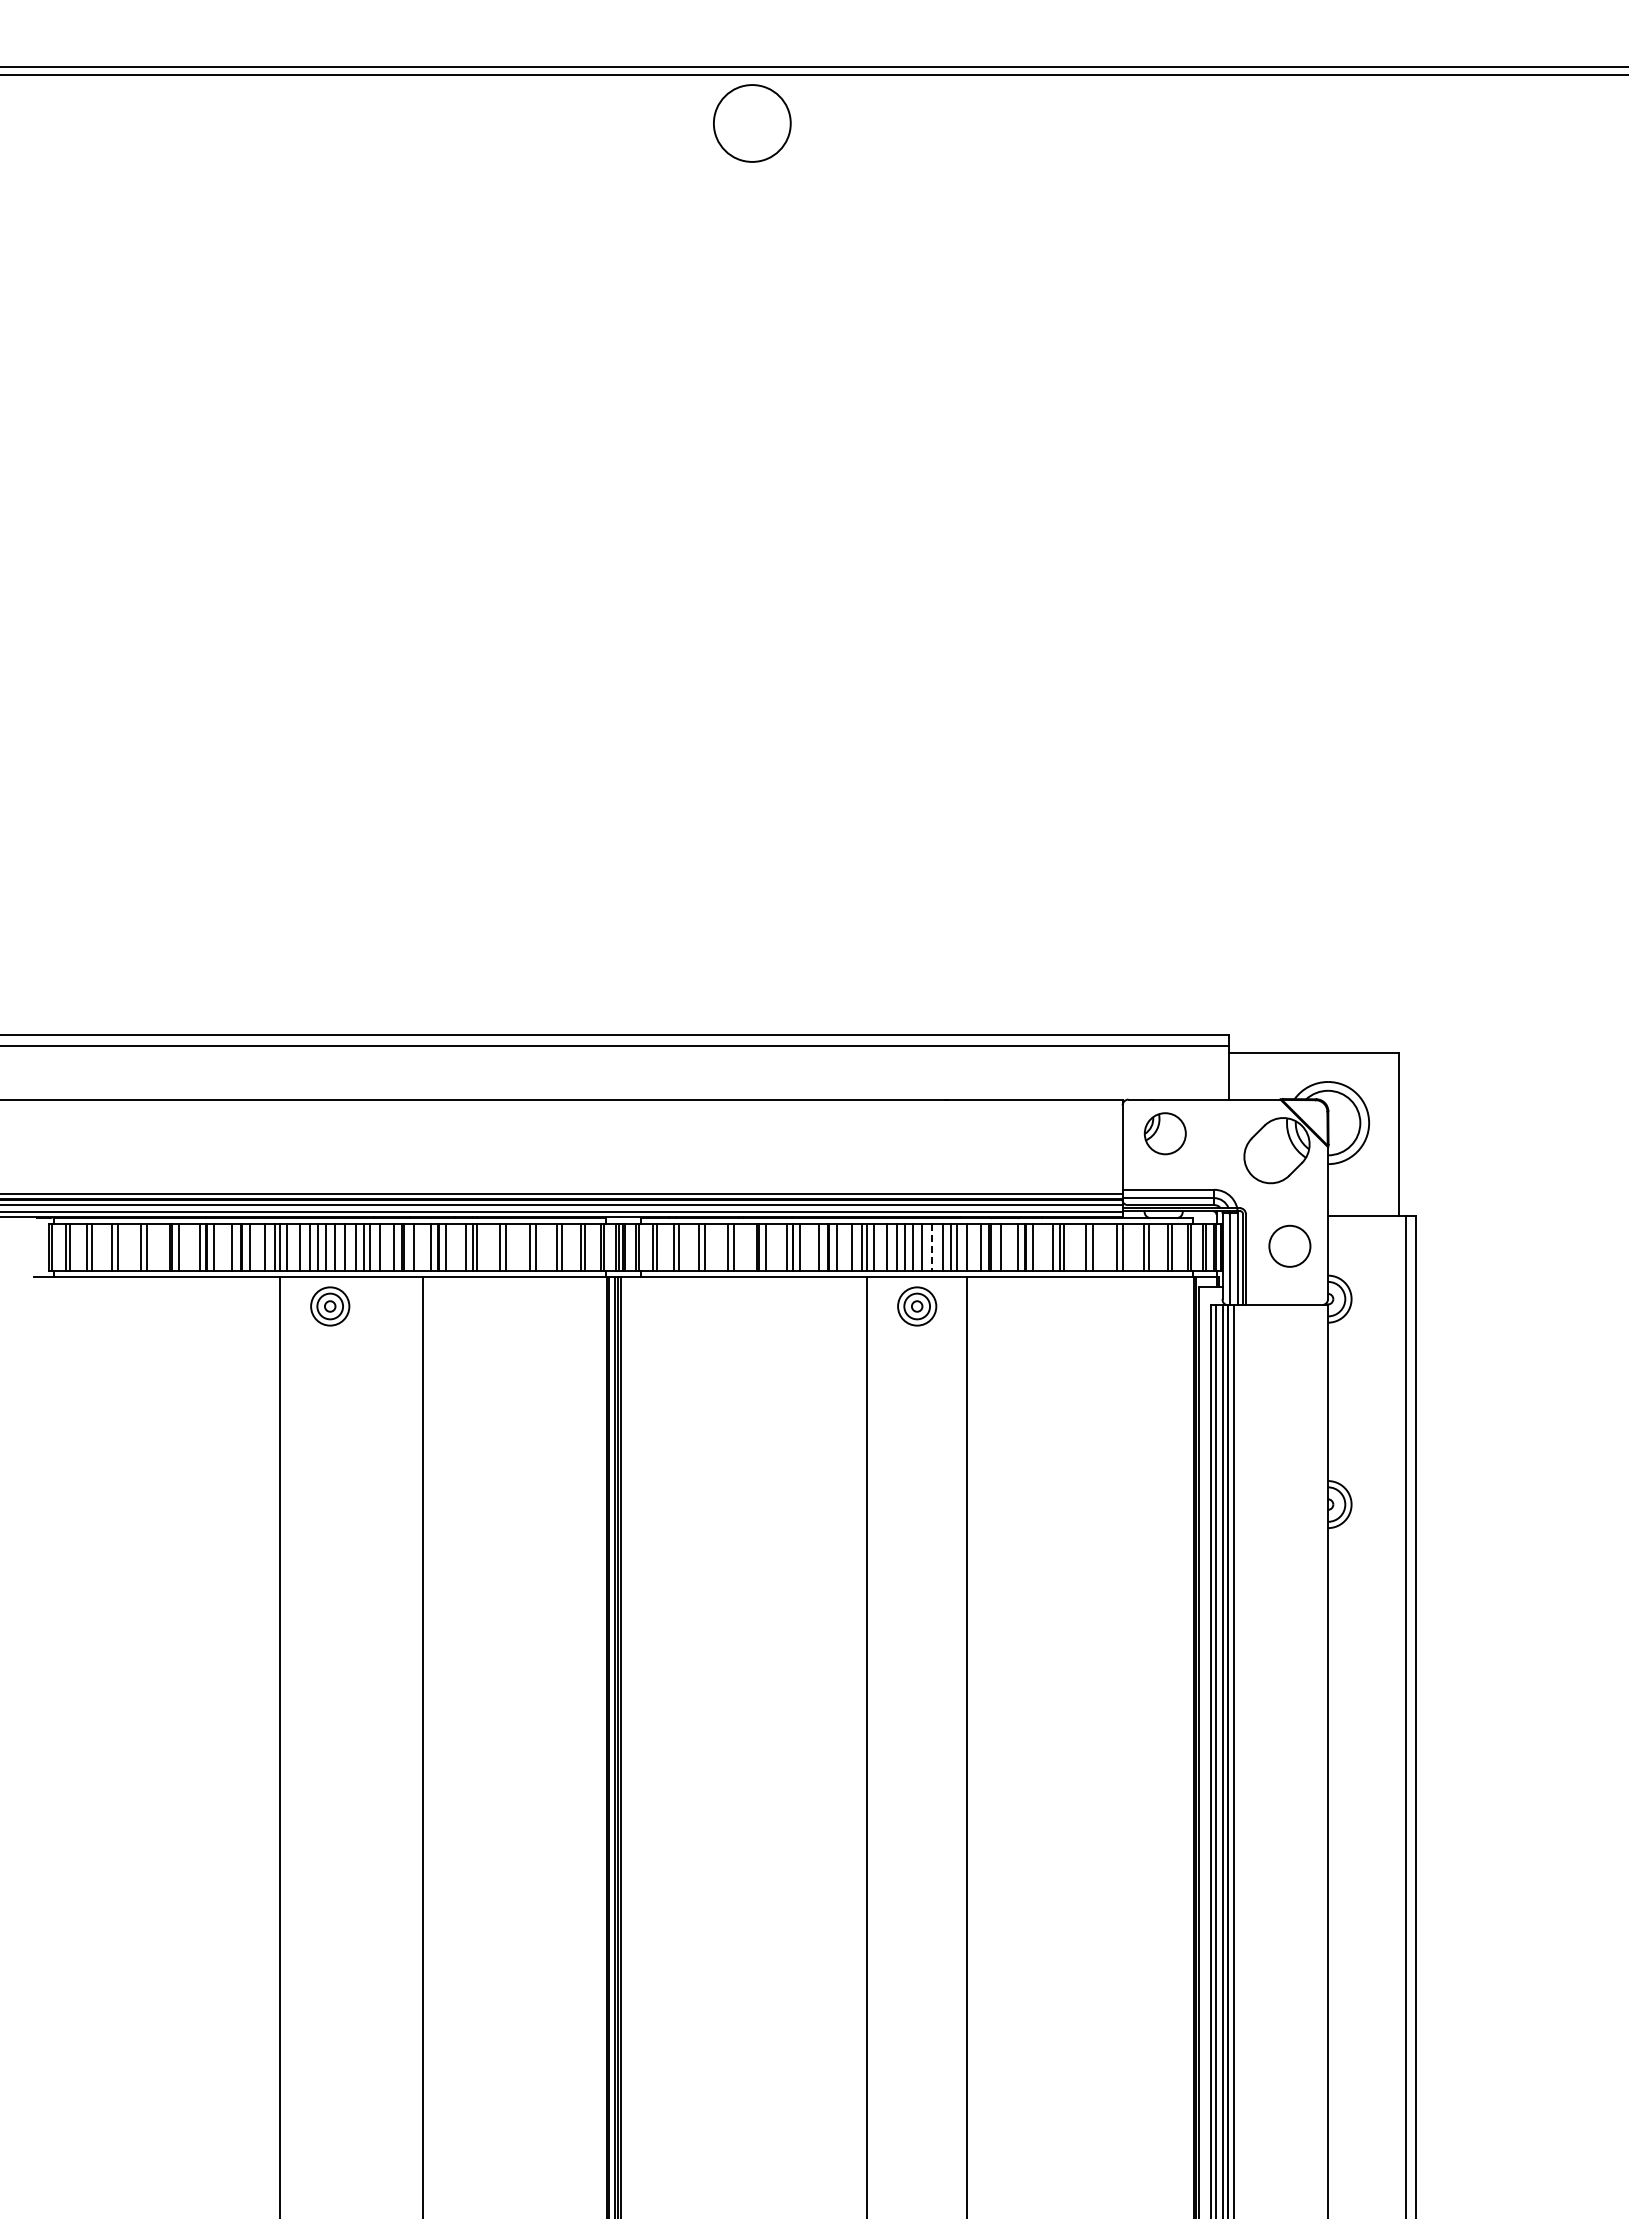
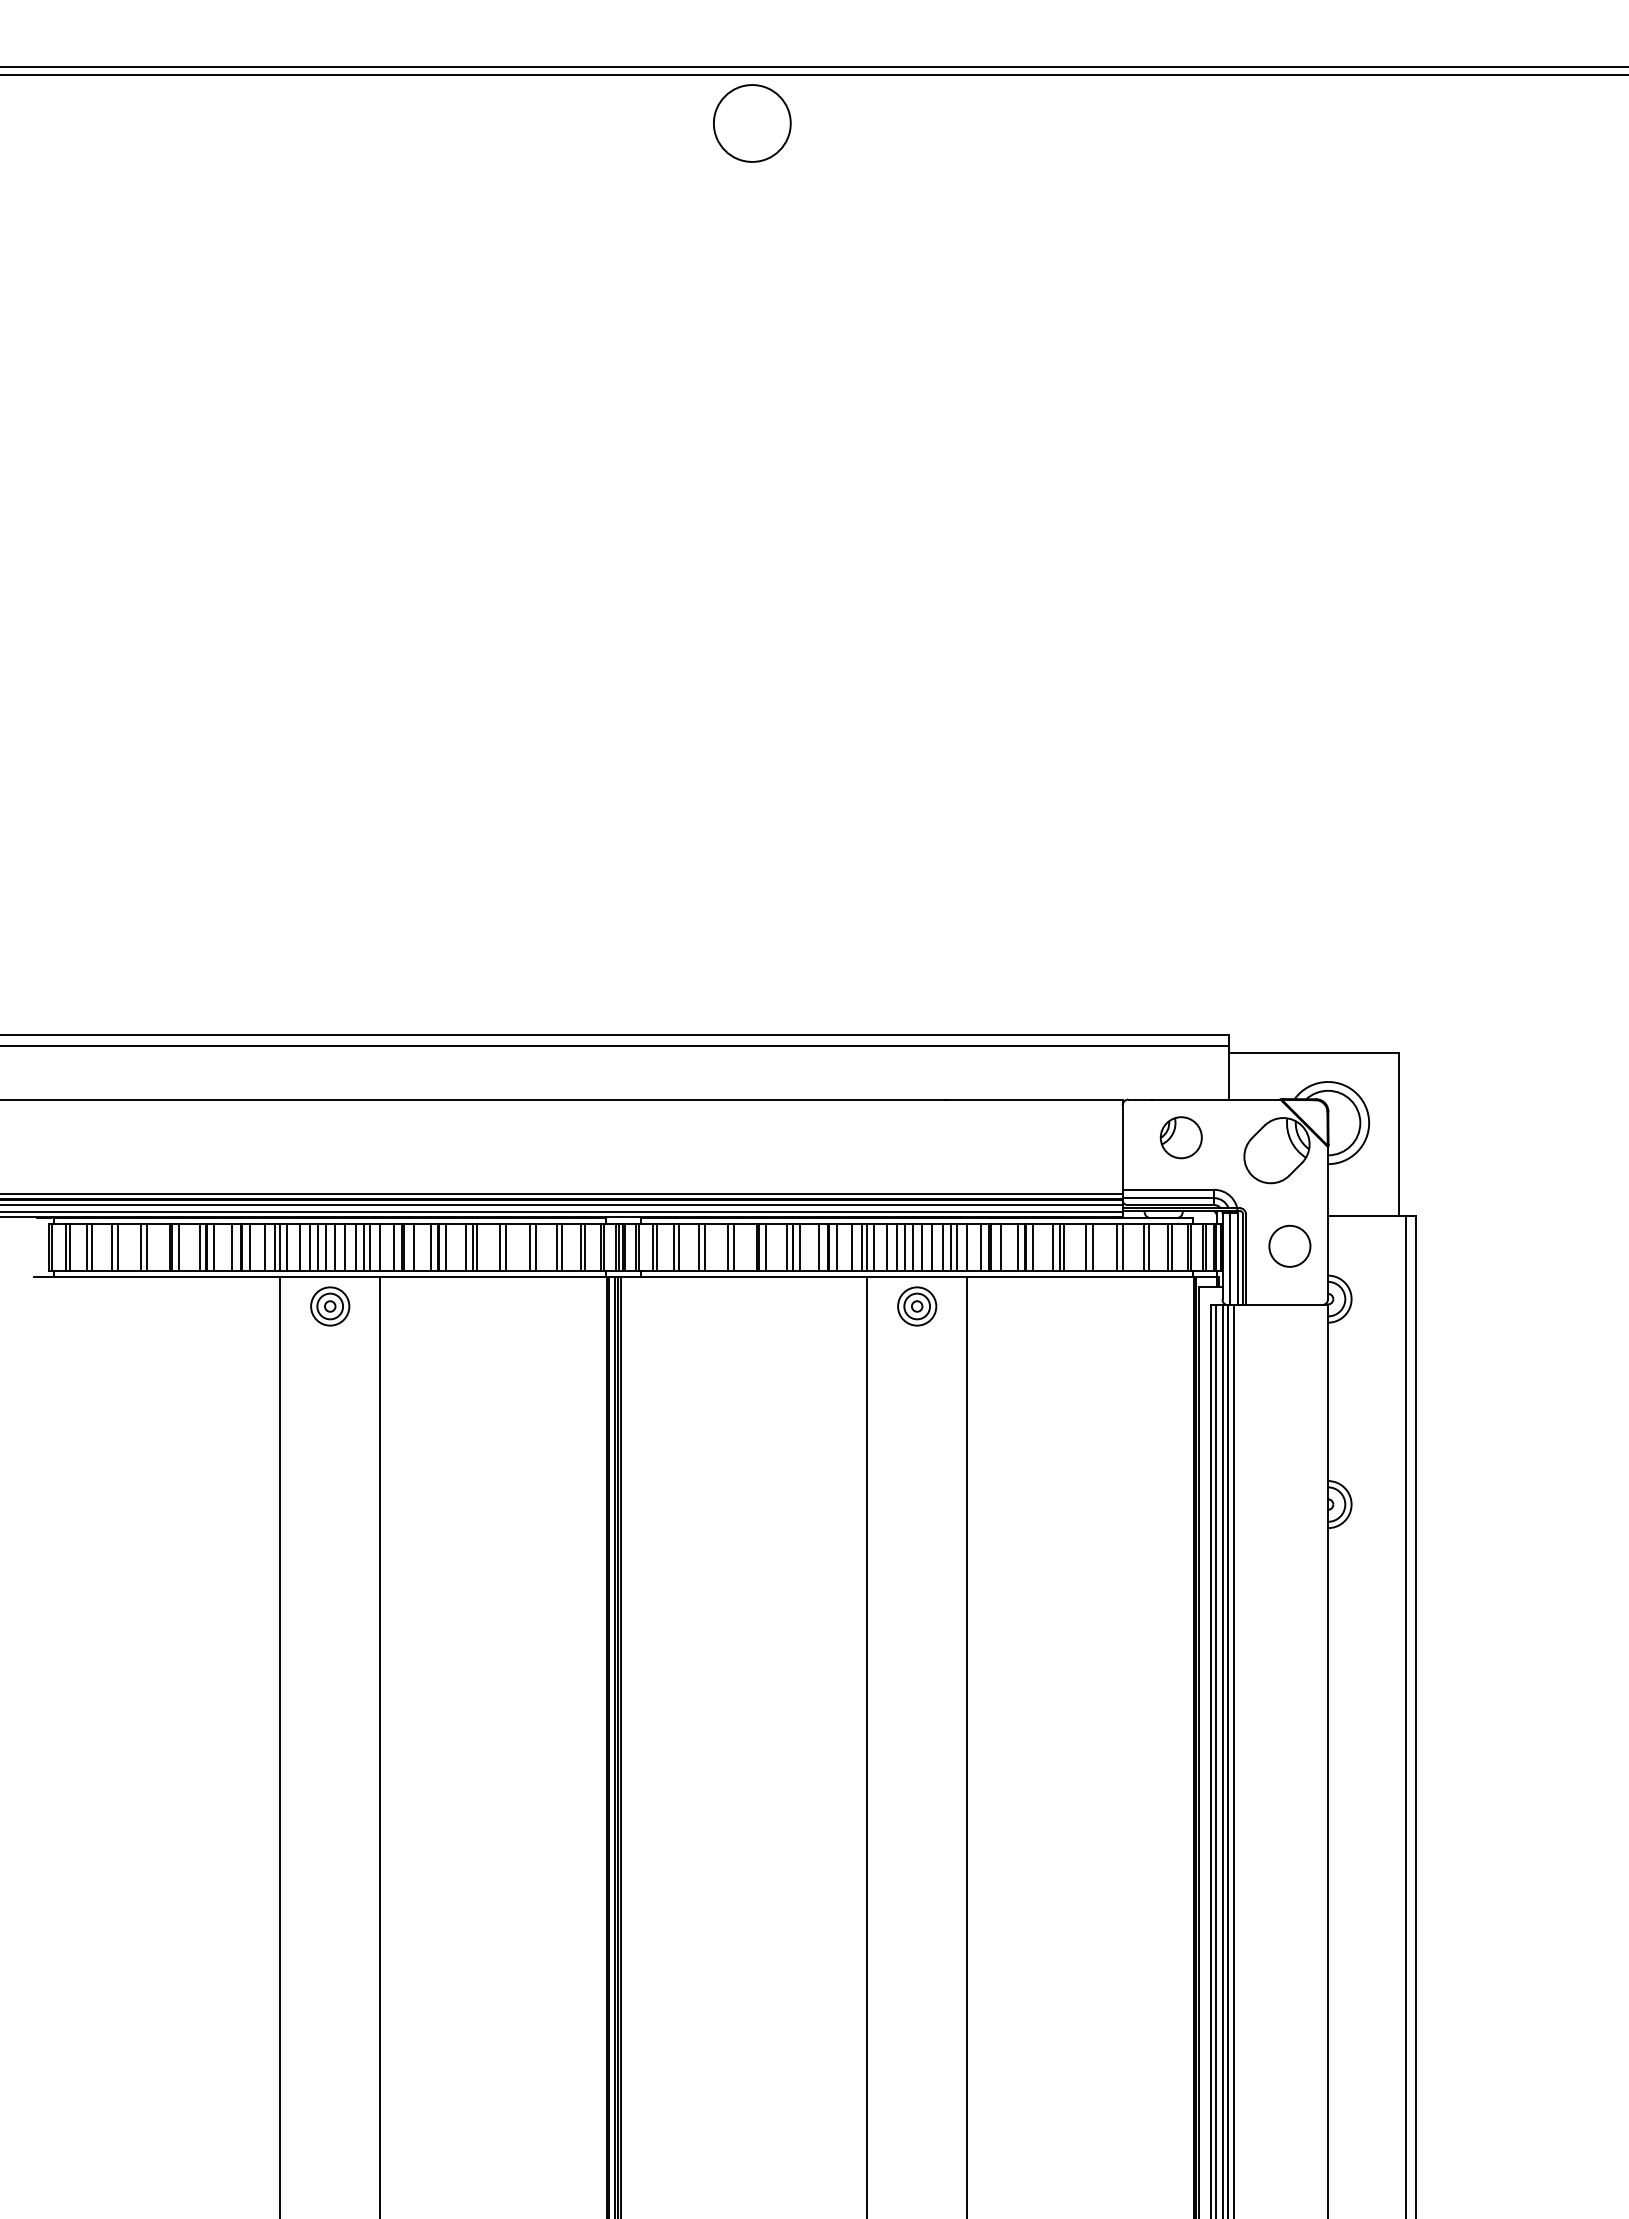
part at (1164, 1133) position: (1164, 1133) -> (1180, 1137)
line at (931, 1248): dashed -> solid
line at (423, 1746) position: (423, 1746) -> (380, 1746)
